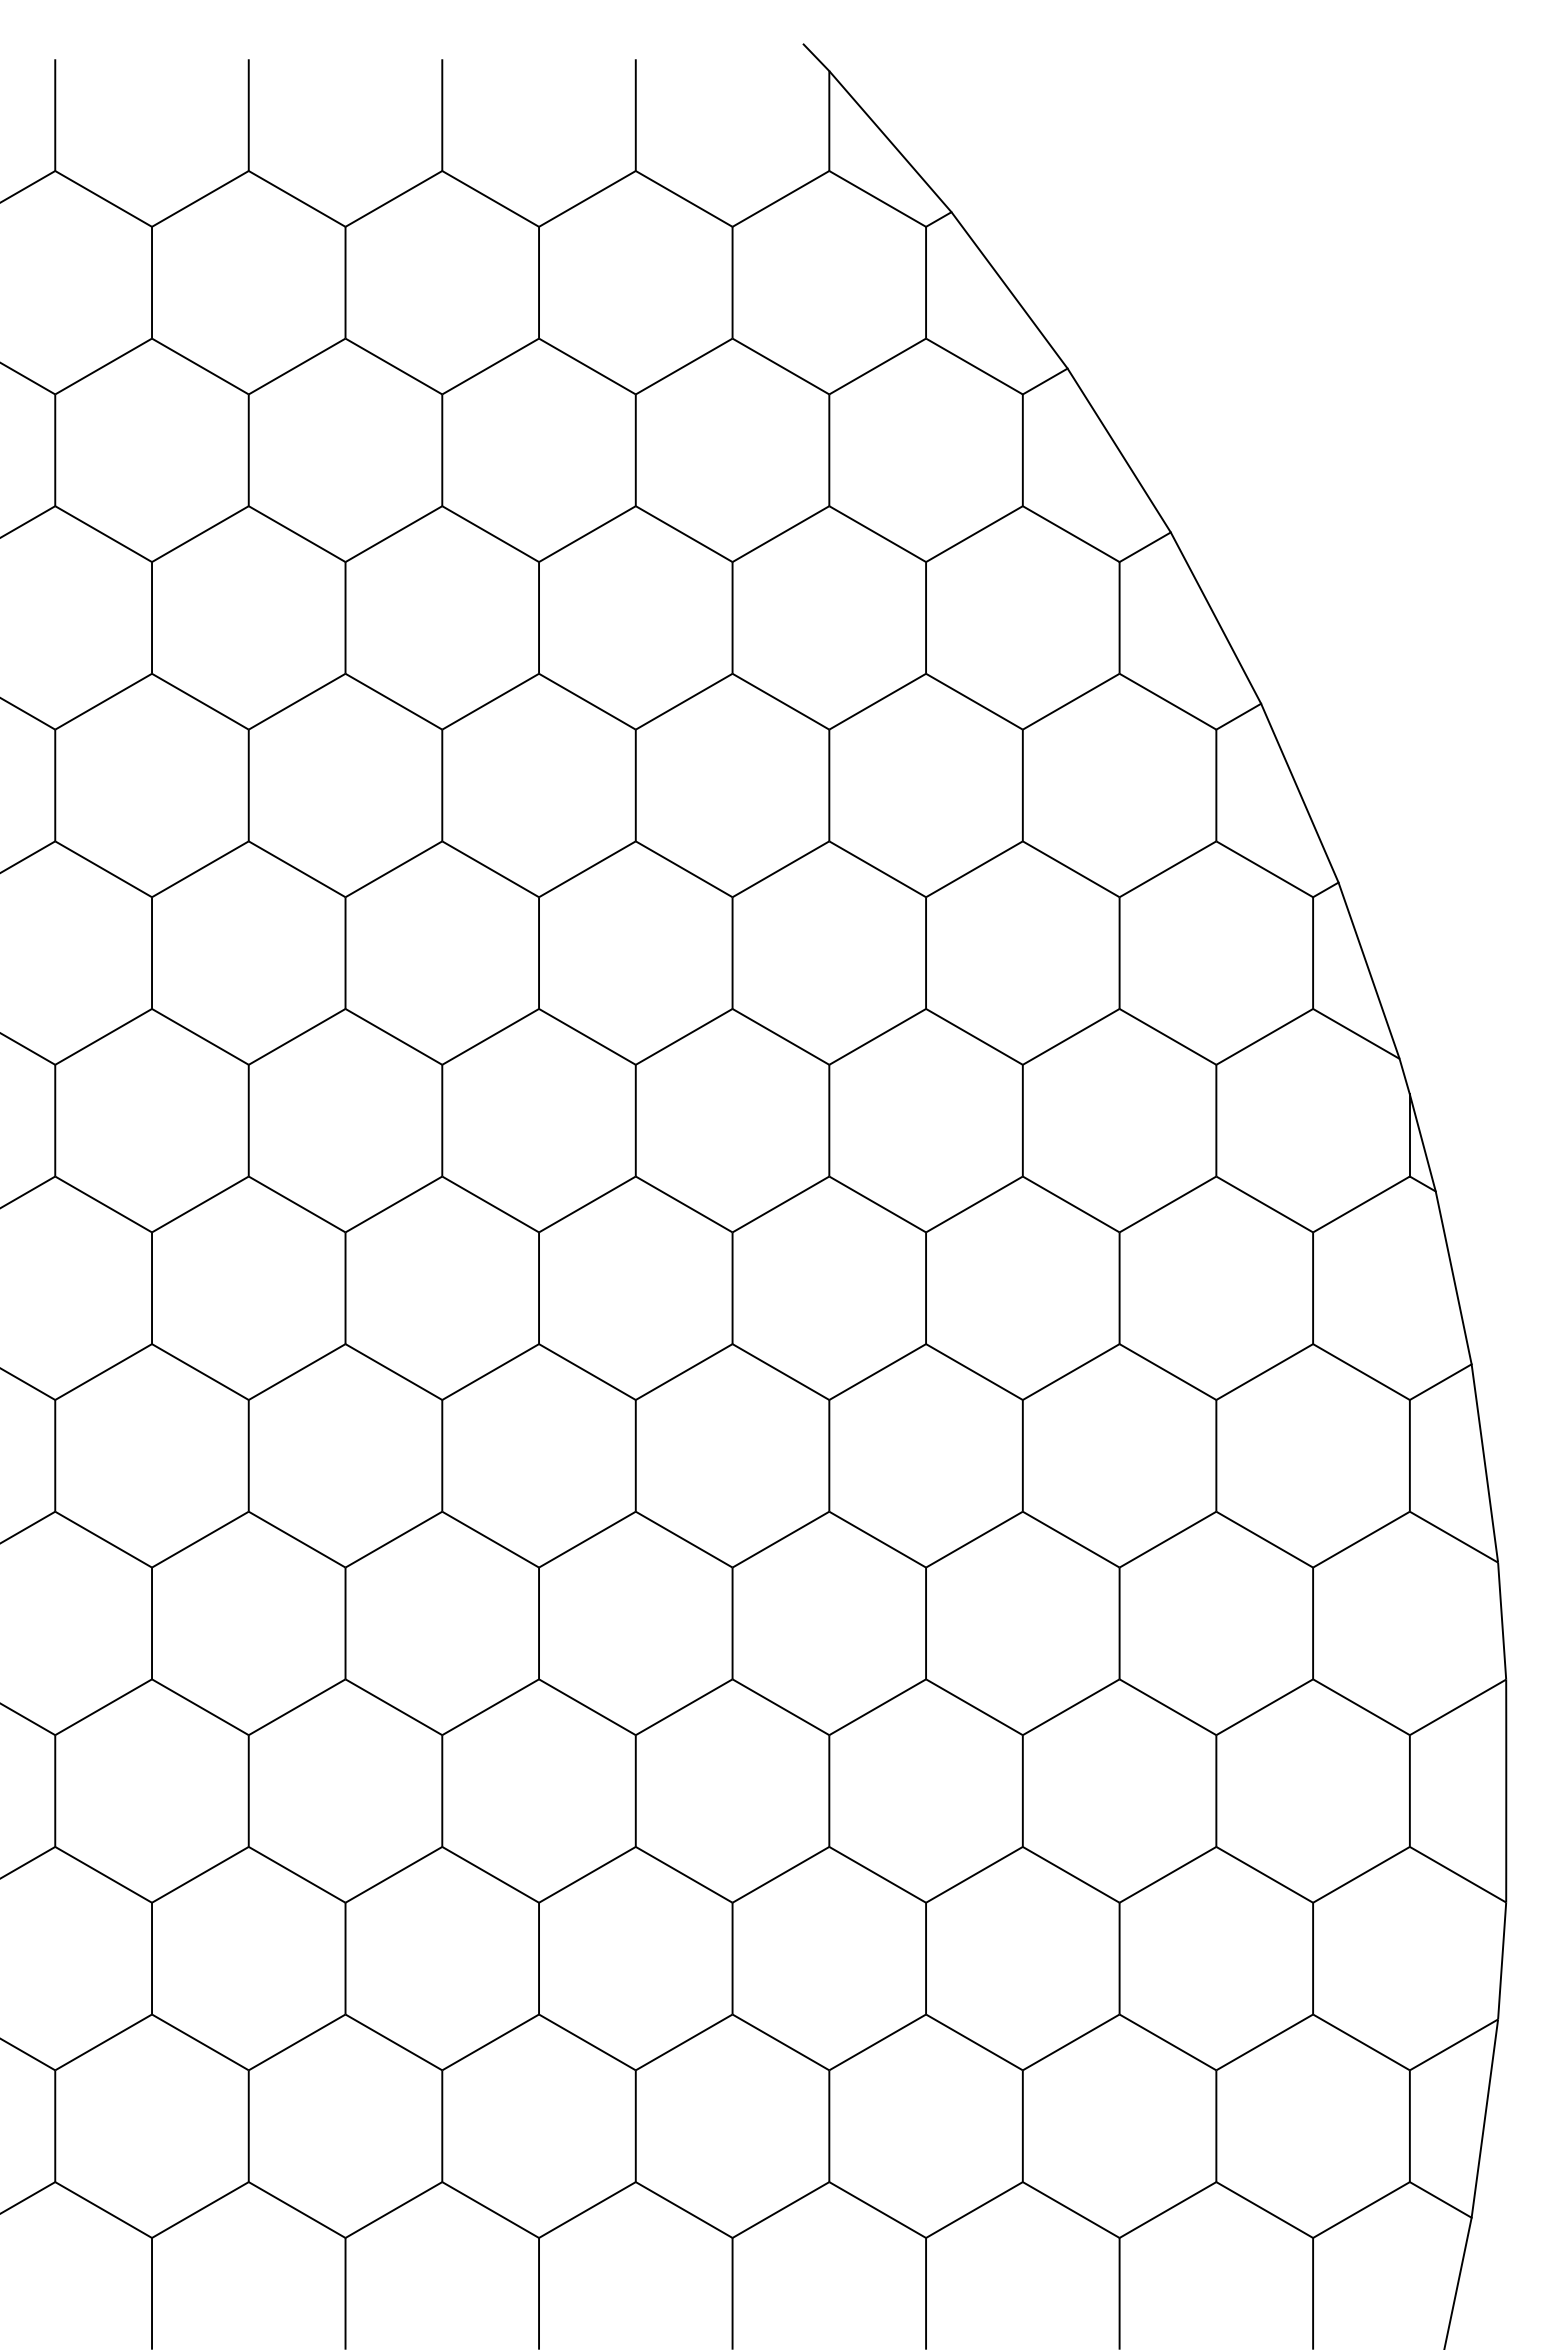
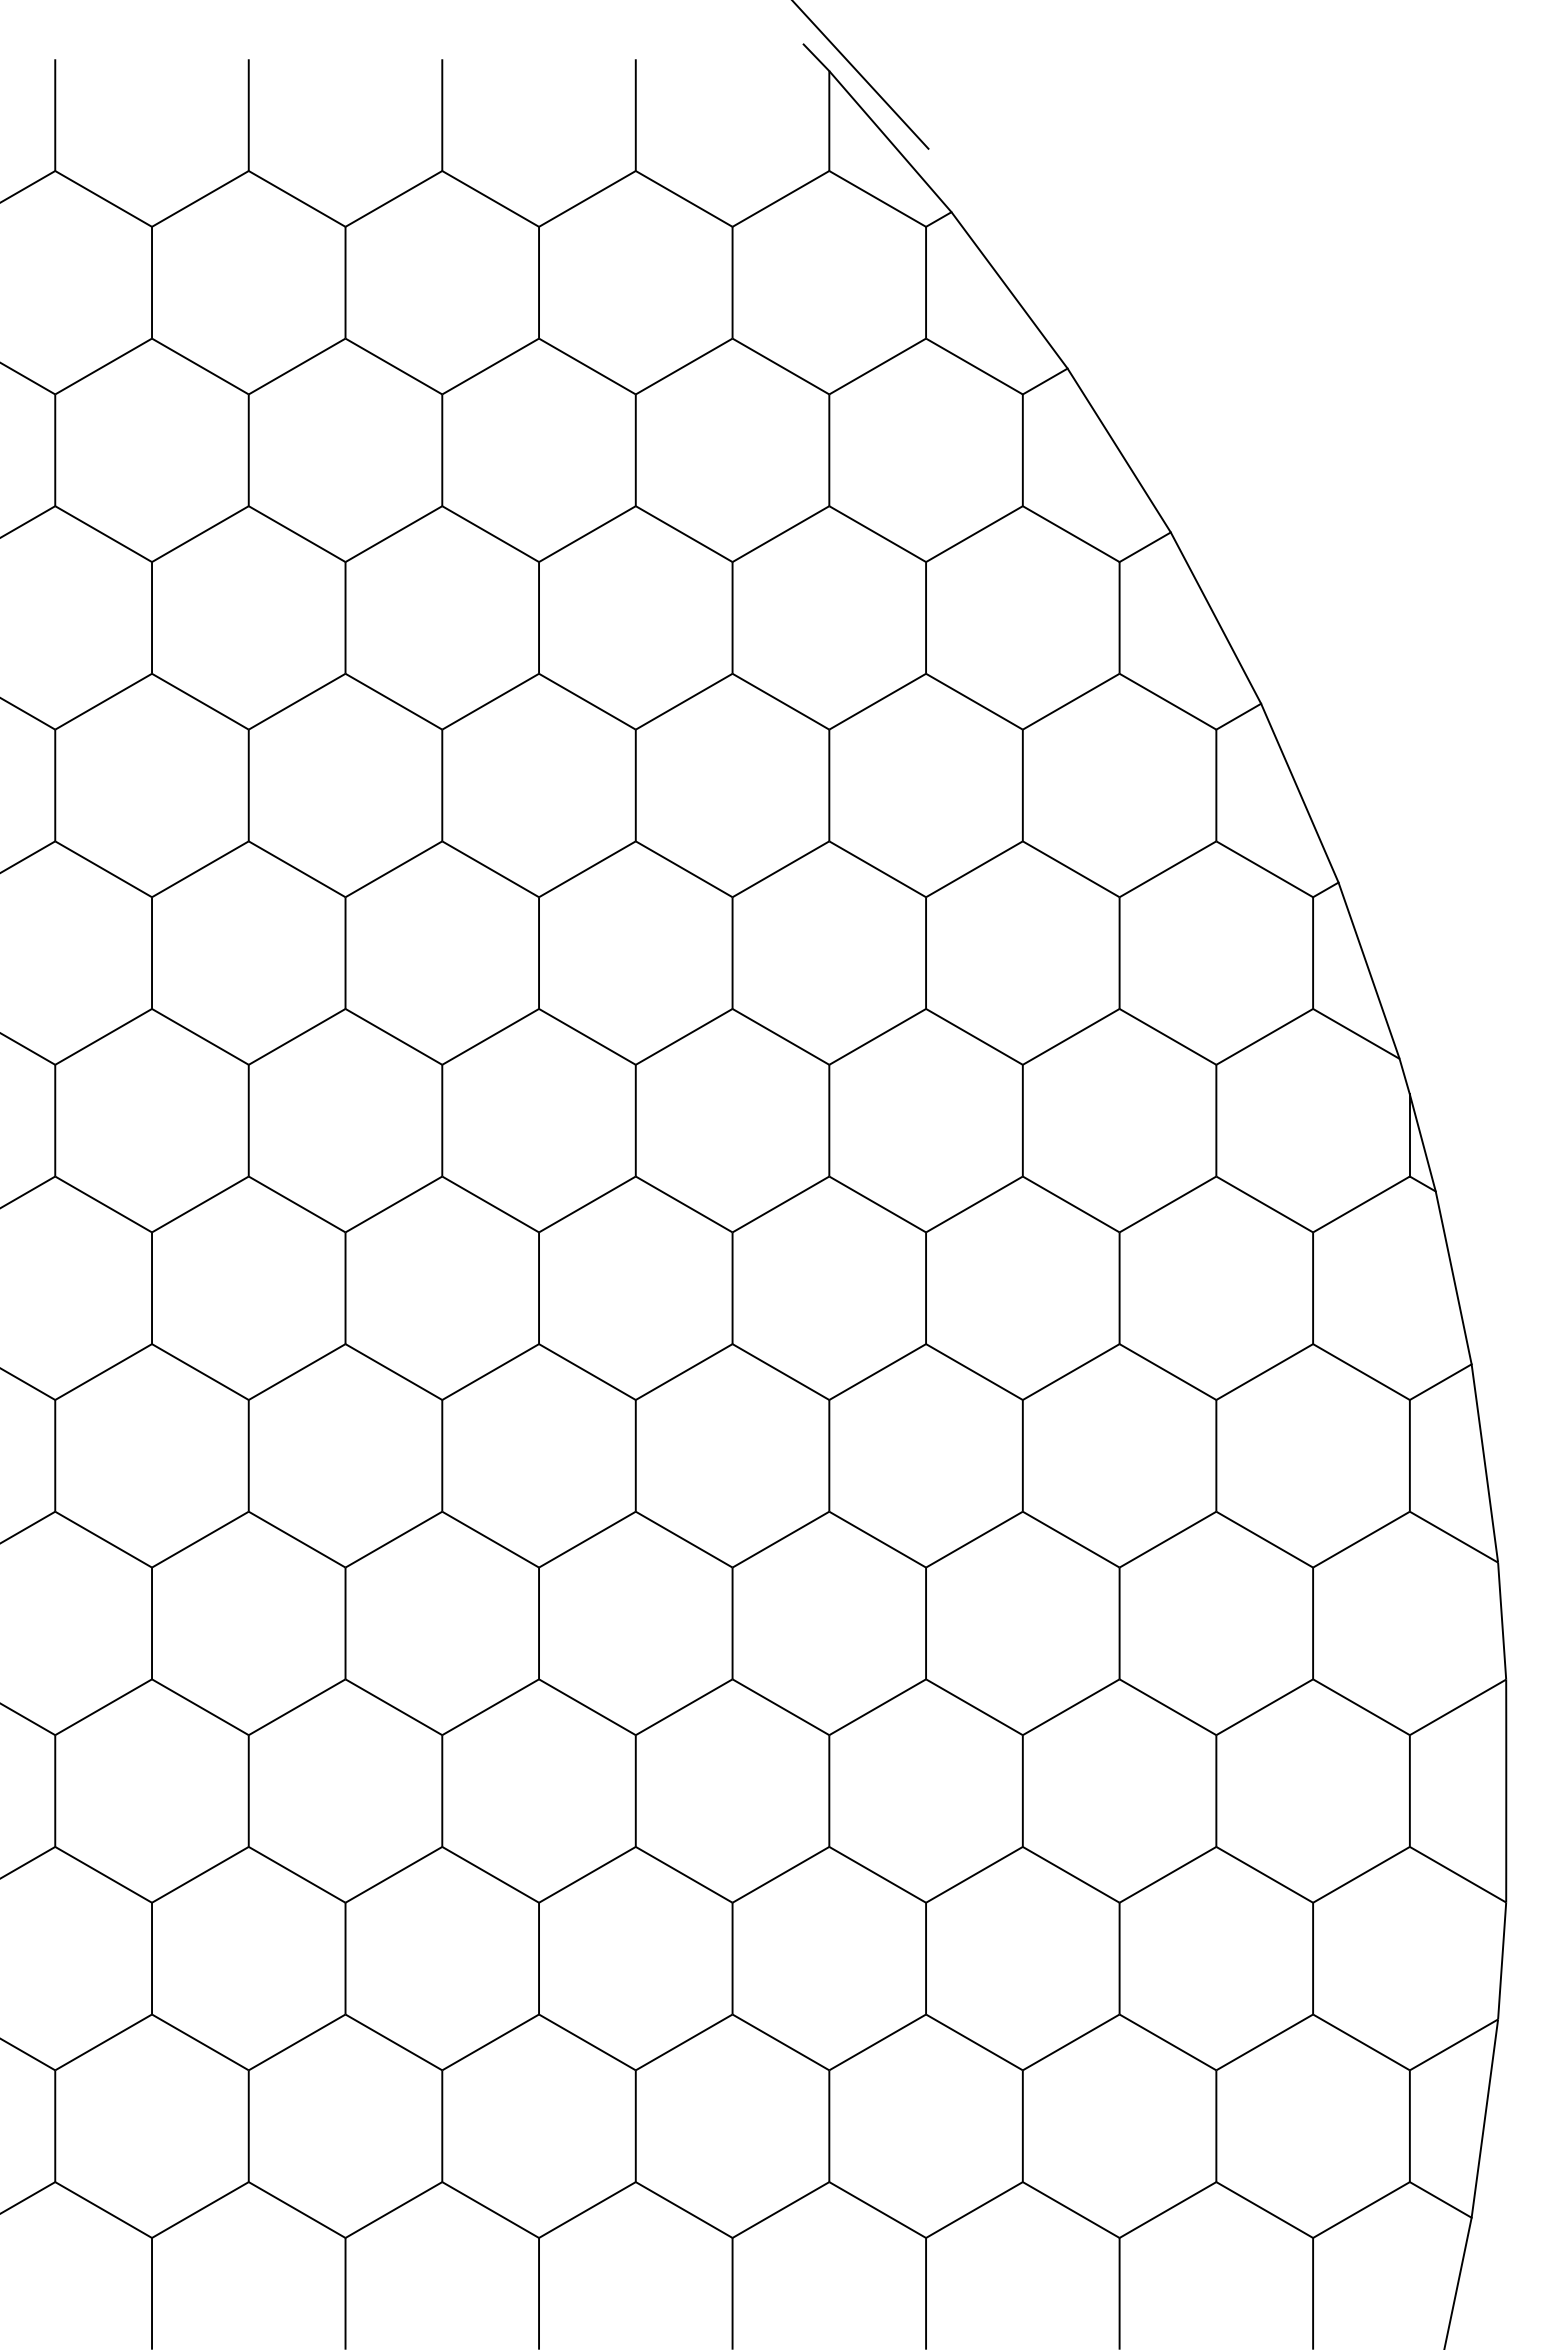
line at (860, 75): none -> present
